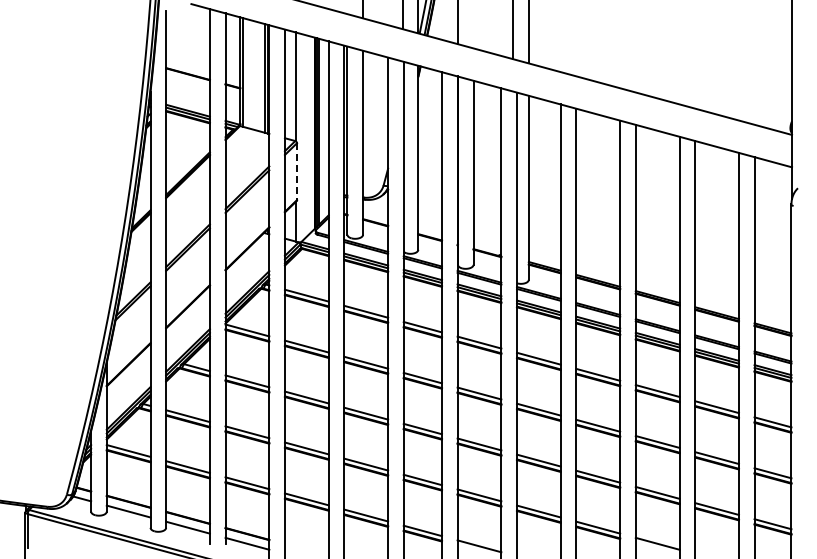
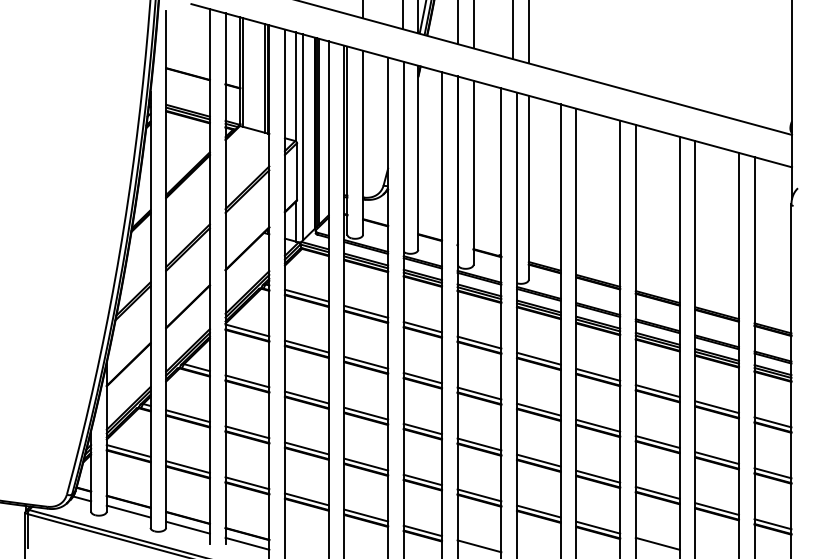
line at (473, 25): none -> present
line at (303, 137): none -> present
line at (297, 172): dashed -> solid
